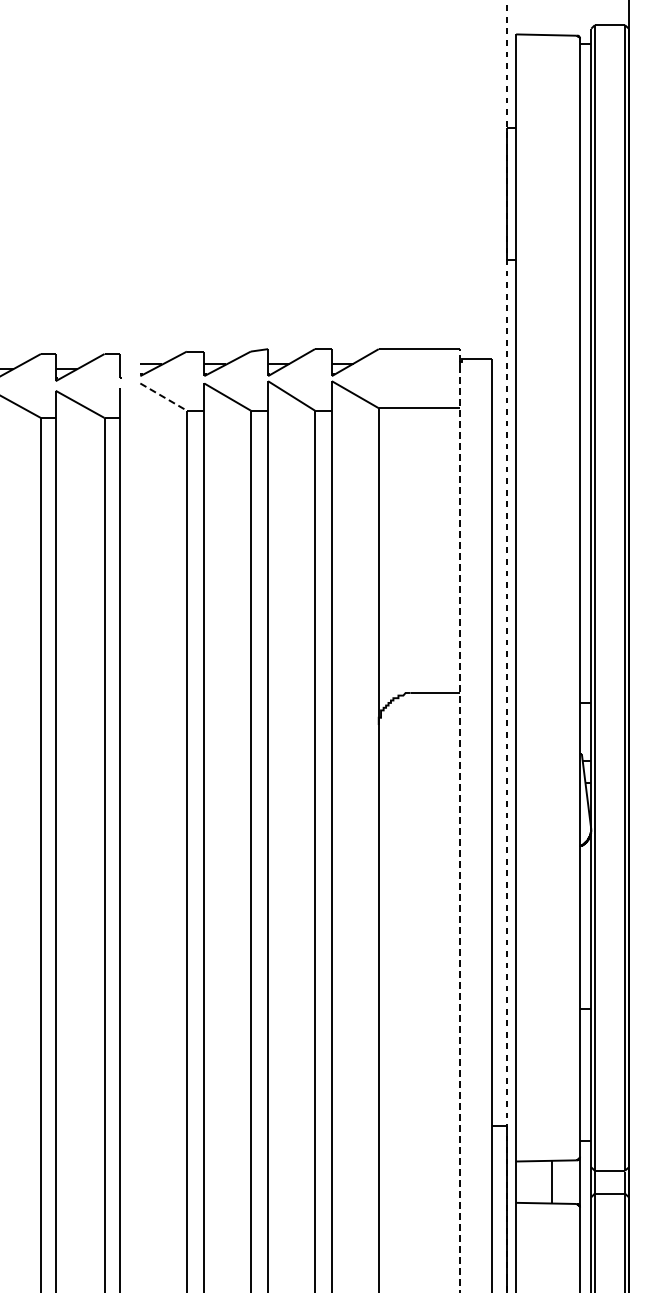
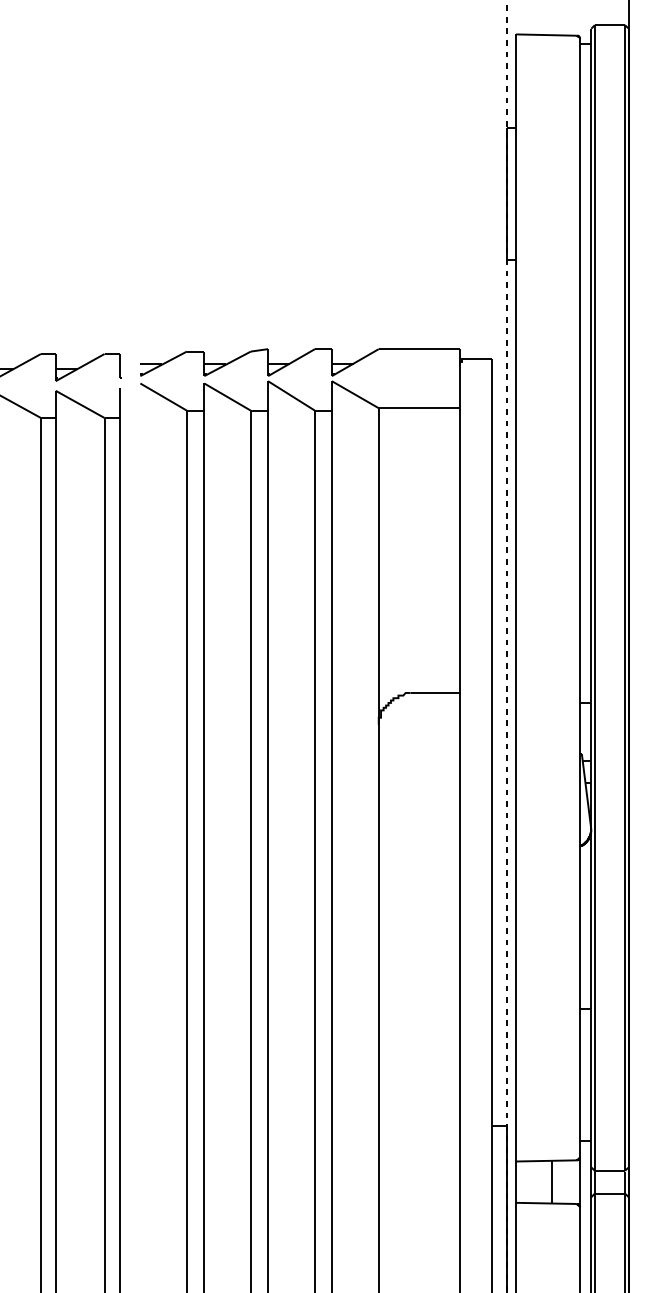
line at (163, 397): dashed -> solid
line at (459, 821): dashed -> solid
